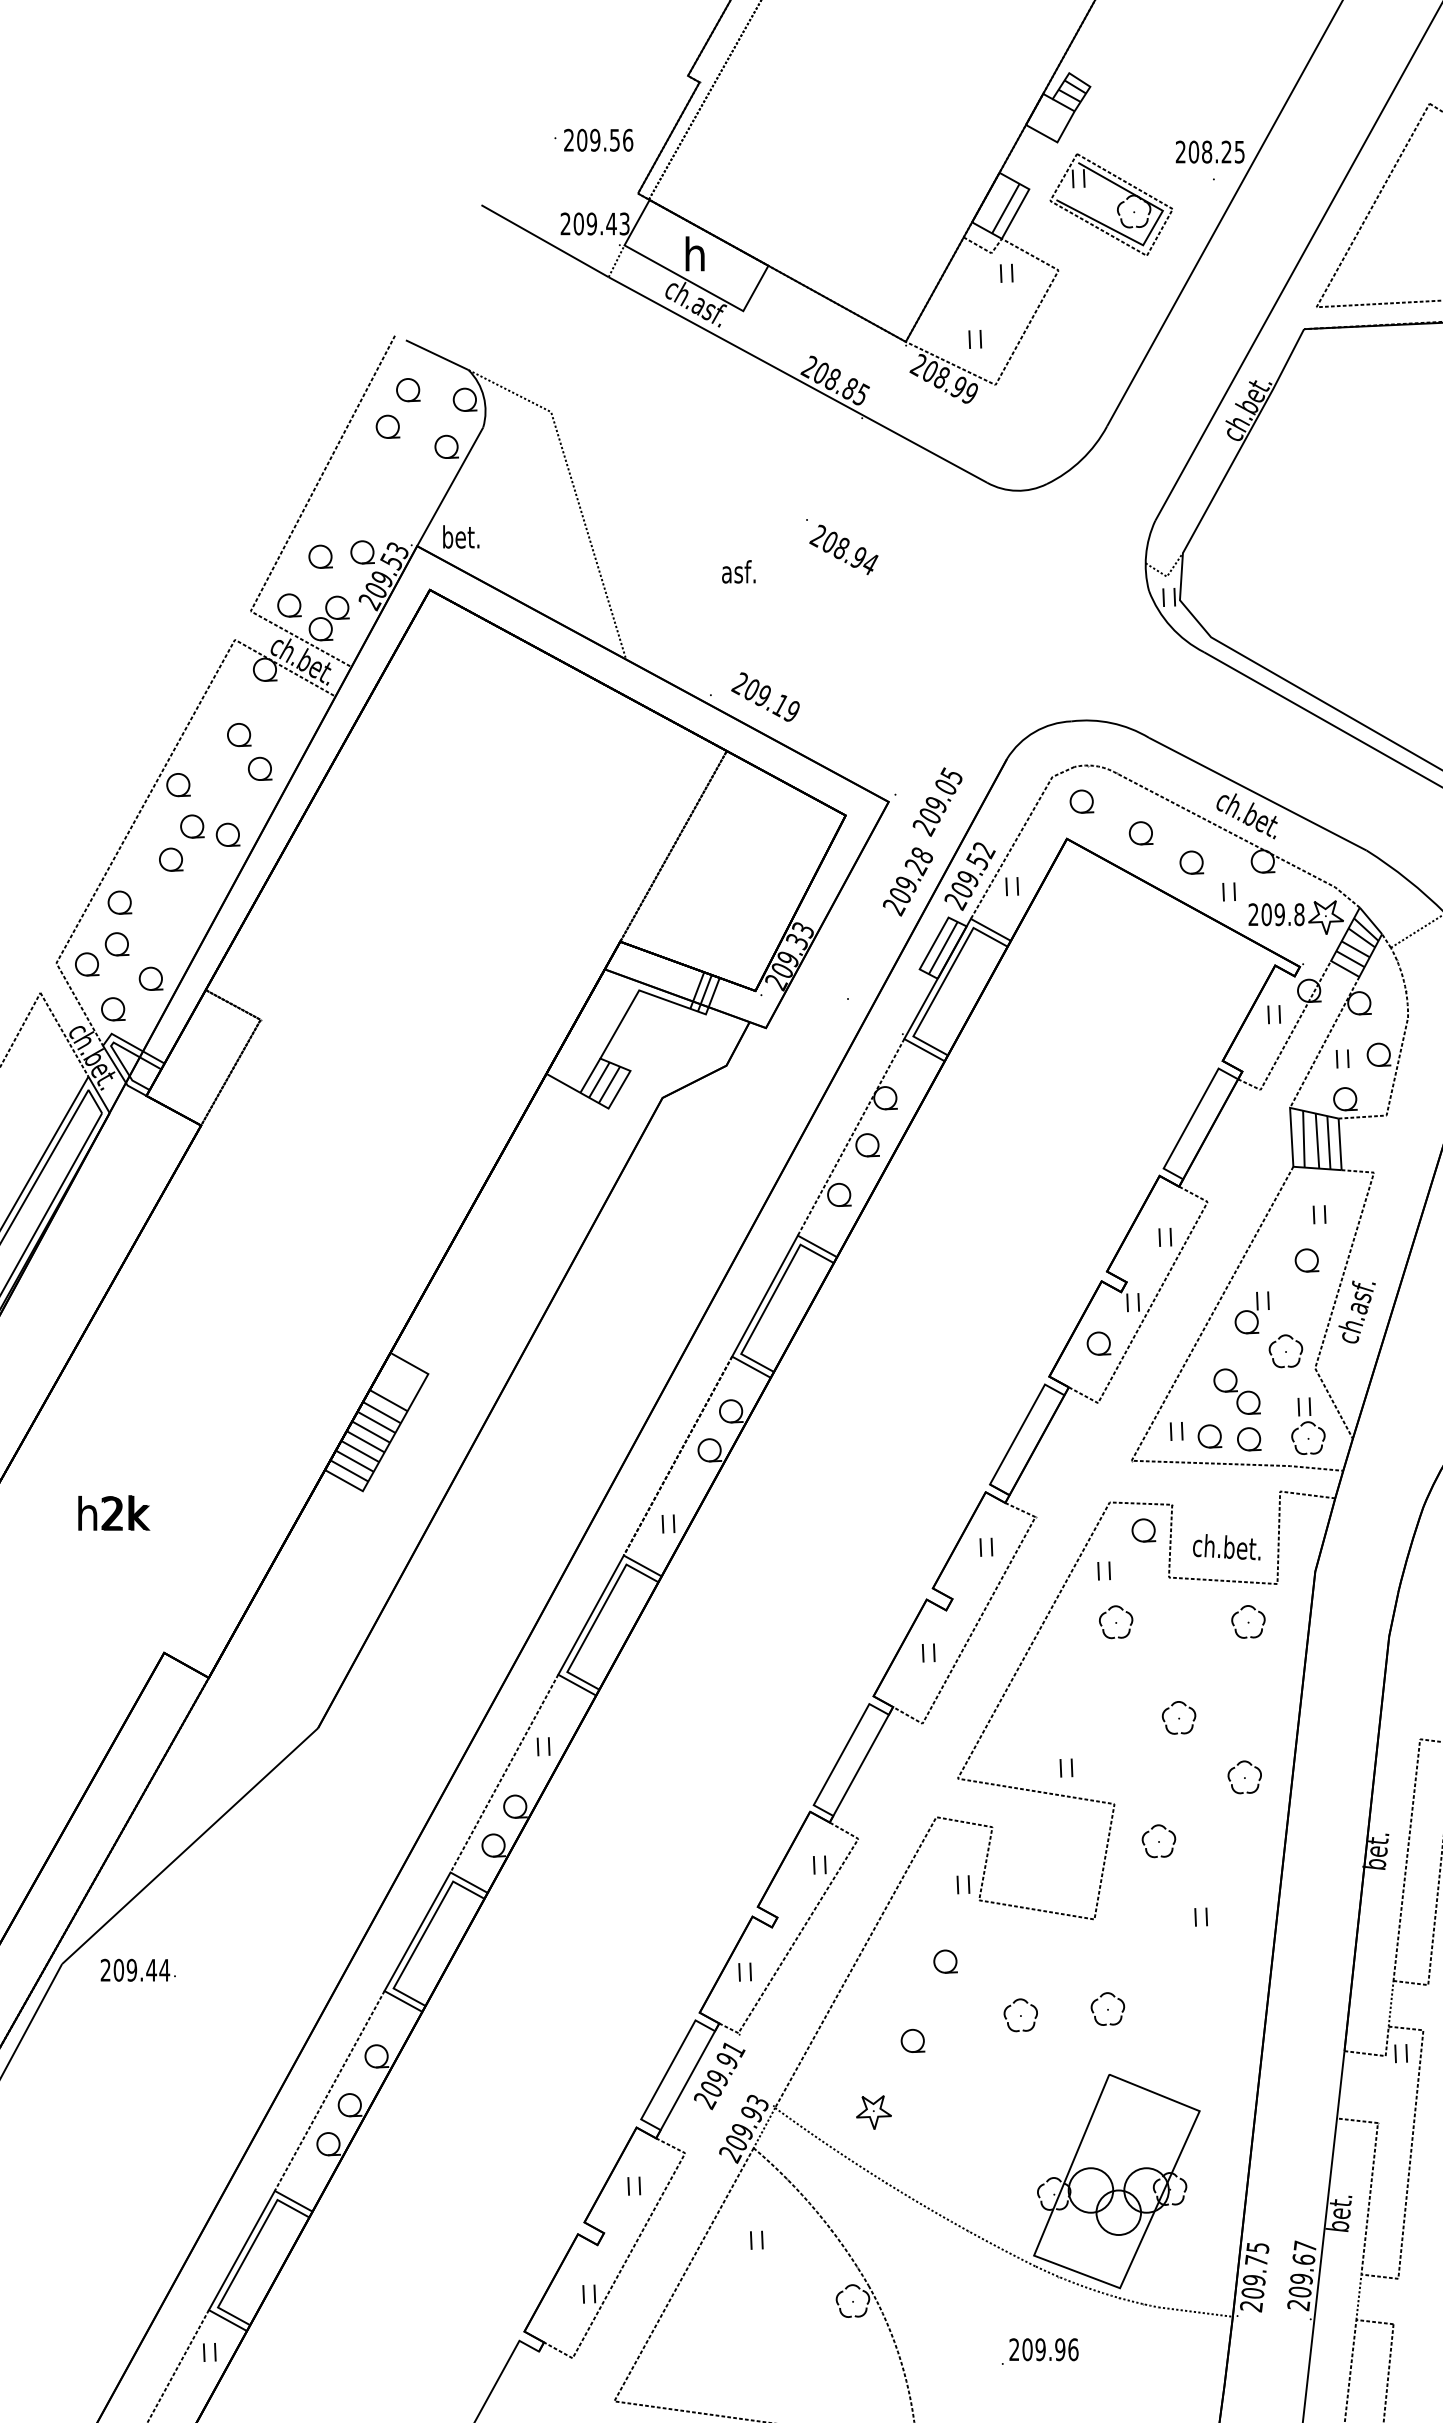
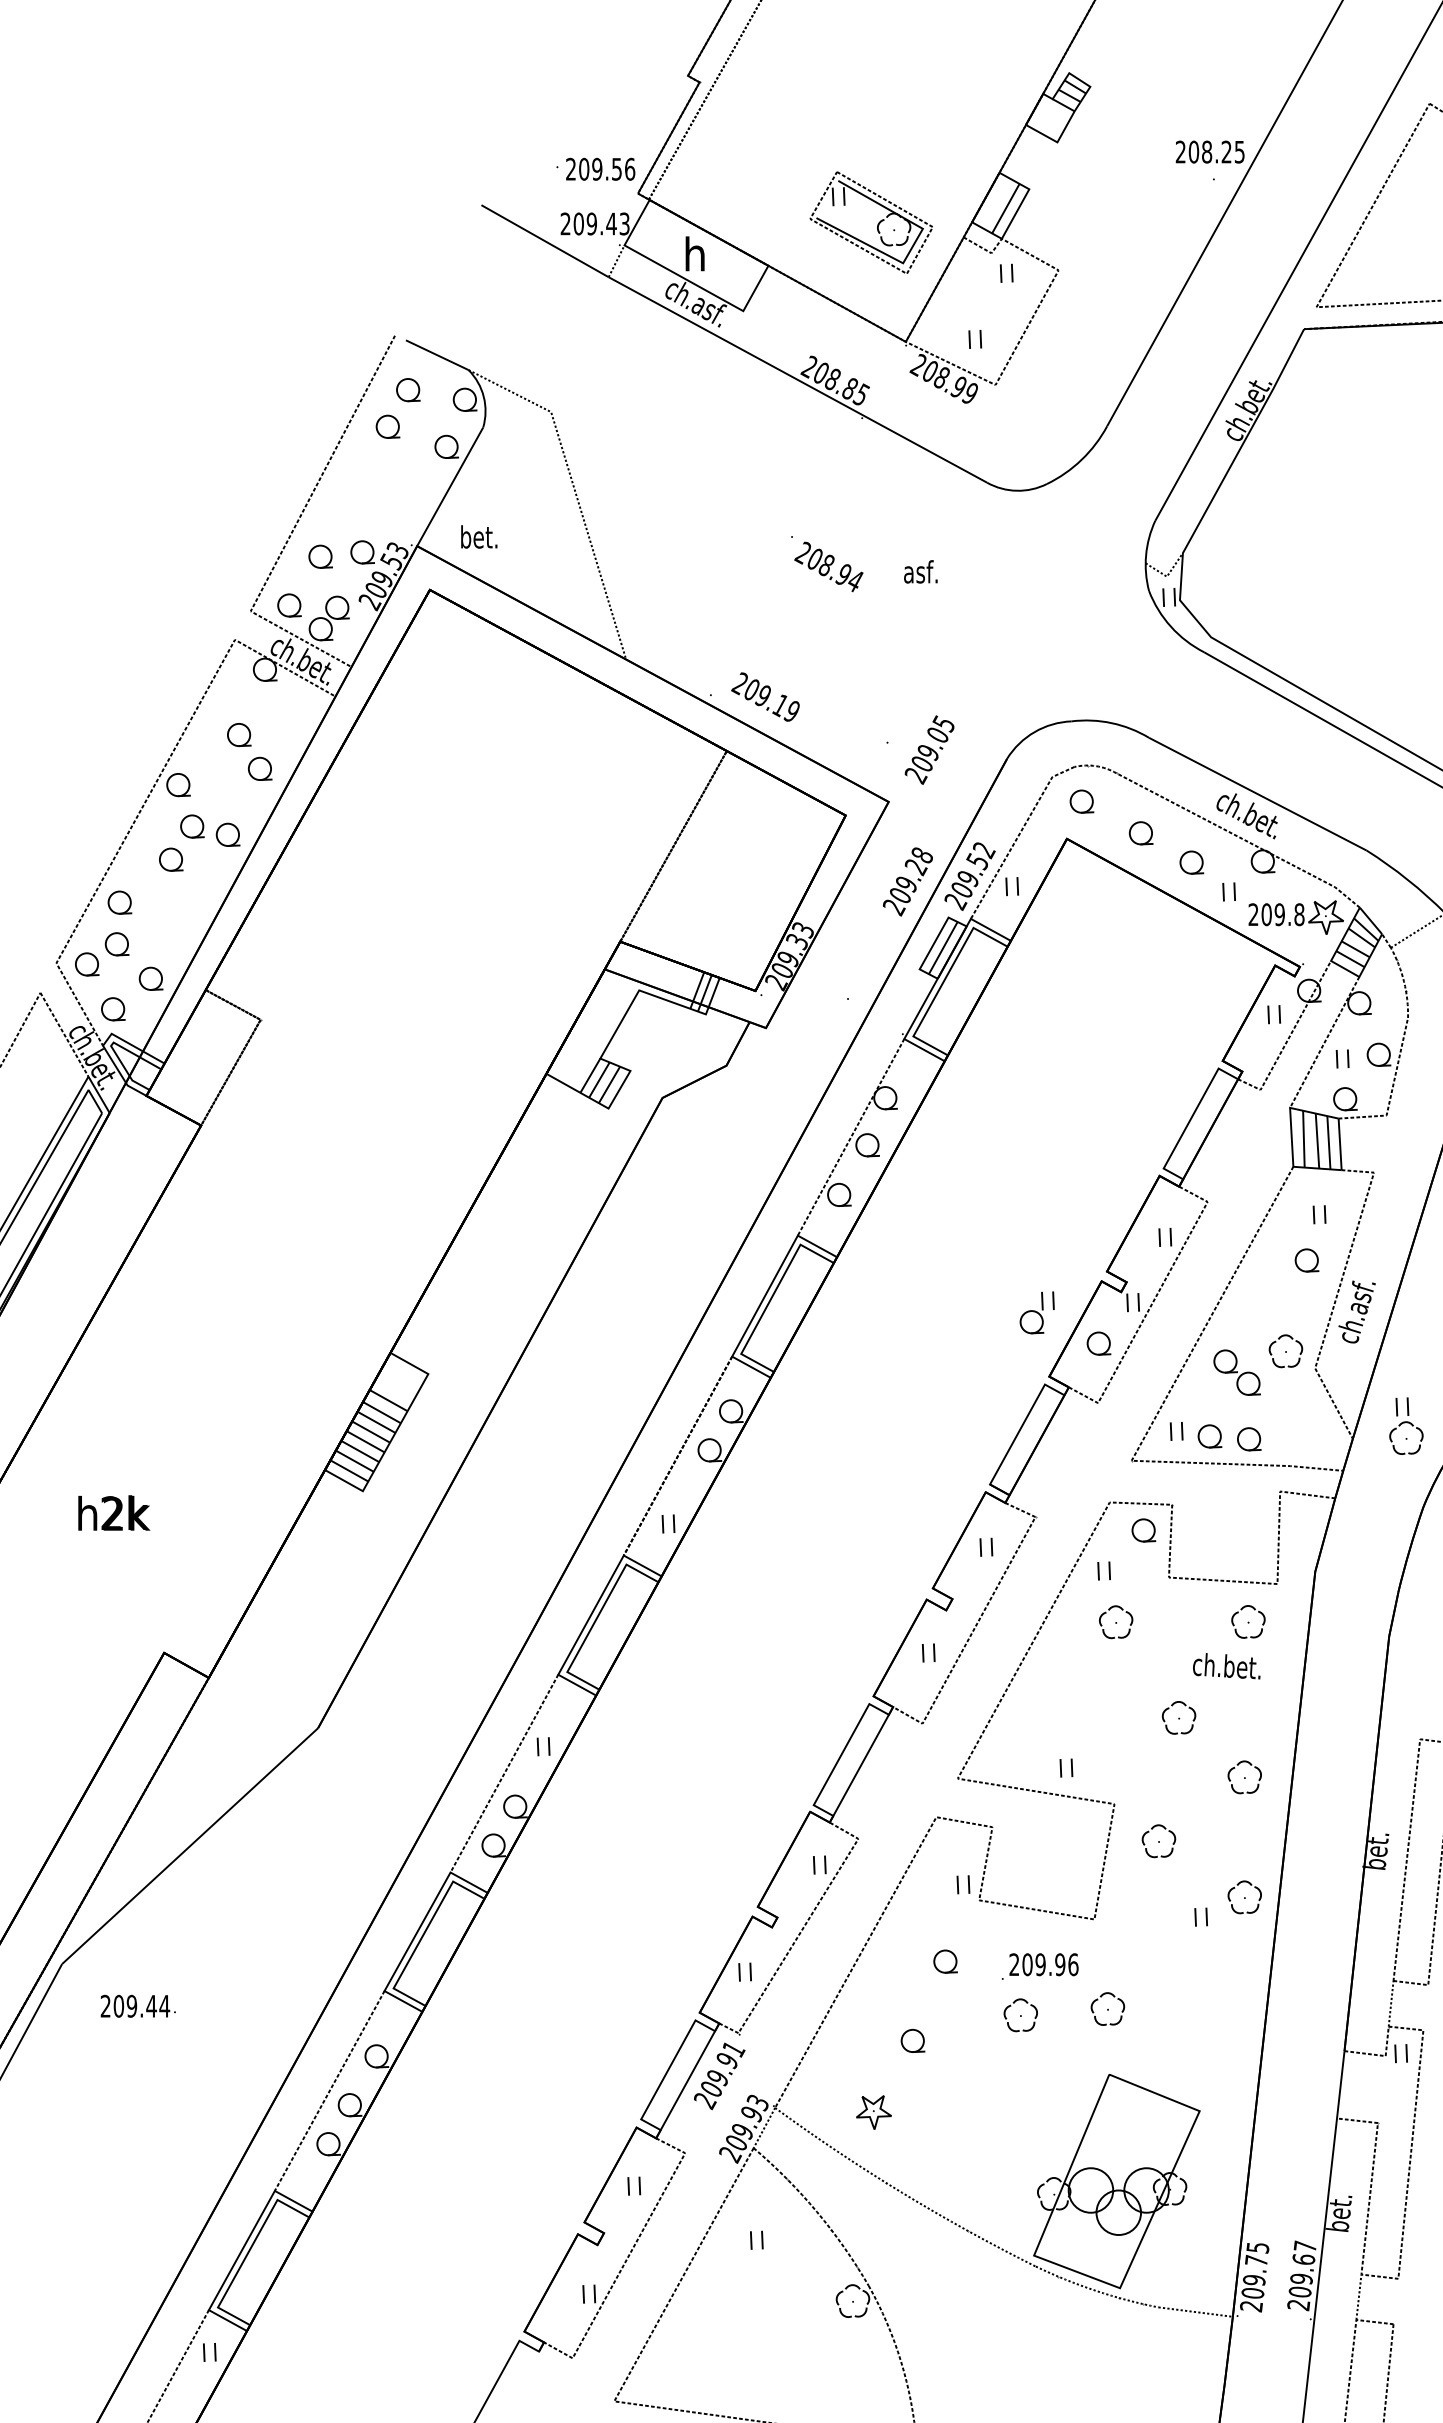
text at (593, 139) position: (593, 139) -> (595, 168)
part at (1117, 206) position: (1117, 206) -> (877, 224)
text at (461, 536) position: (461, 536) -> (479, 536)
text at (842, 547) position: (842, 547) -> (827, 564)
text at (738, 571) position: (738, 571) -> (920, 571)
text at (928, 801) position: (928, 801) -> (920, 749)
part at (1251, 1312) position: (1251, 1312) -> (1036, 1312)
part at (1236, 1391) position: (1236, 1391) -> (1236, 1372)
part at (1308, 1425) position: (1308, 1425) -> (1406, 1425)
text at (1226, 1547) position: (1226, 1547) -> (1226, 1666)
part at (1244, 1897): none -> present
text at (137, 1969) position: (137, 1969) -> (137, 2005)
text at (1040, 2351) position: (1040, 2351) -> (1040, 1966)
